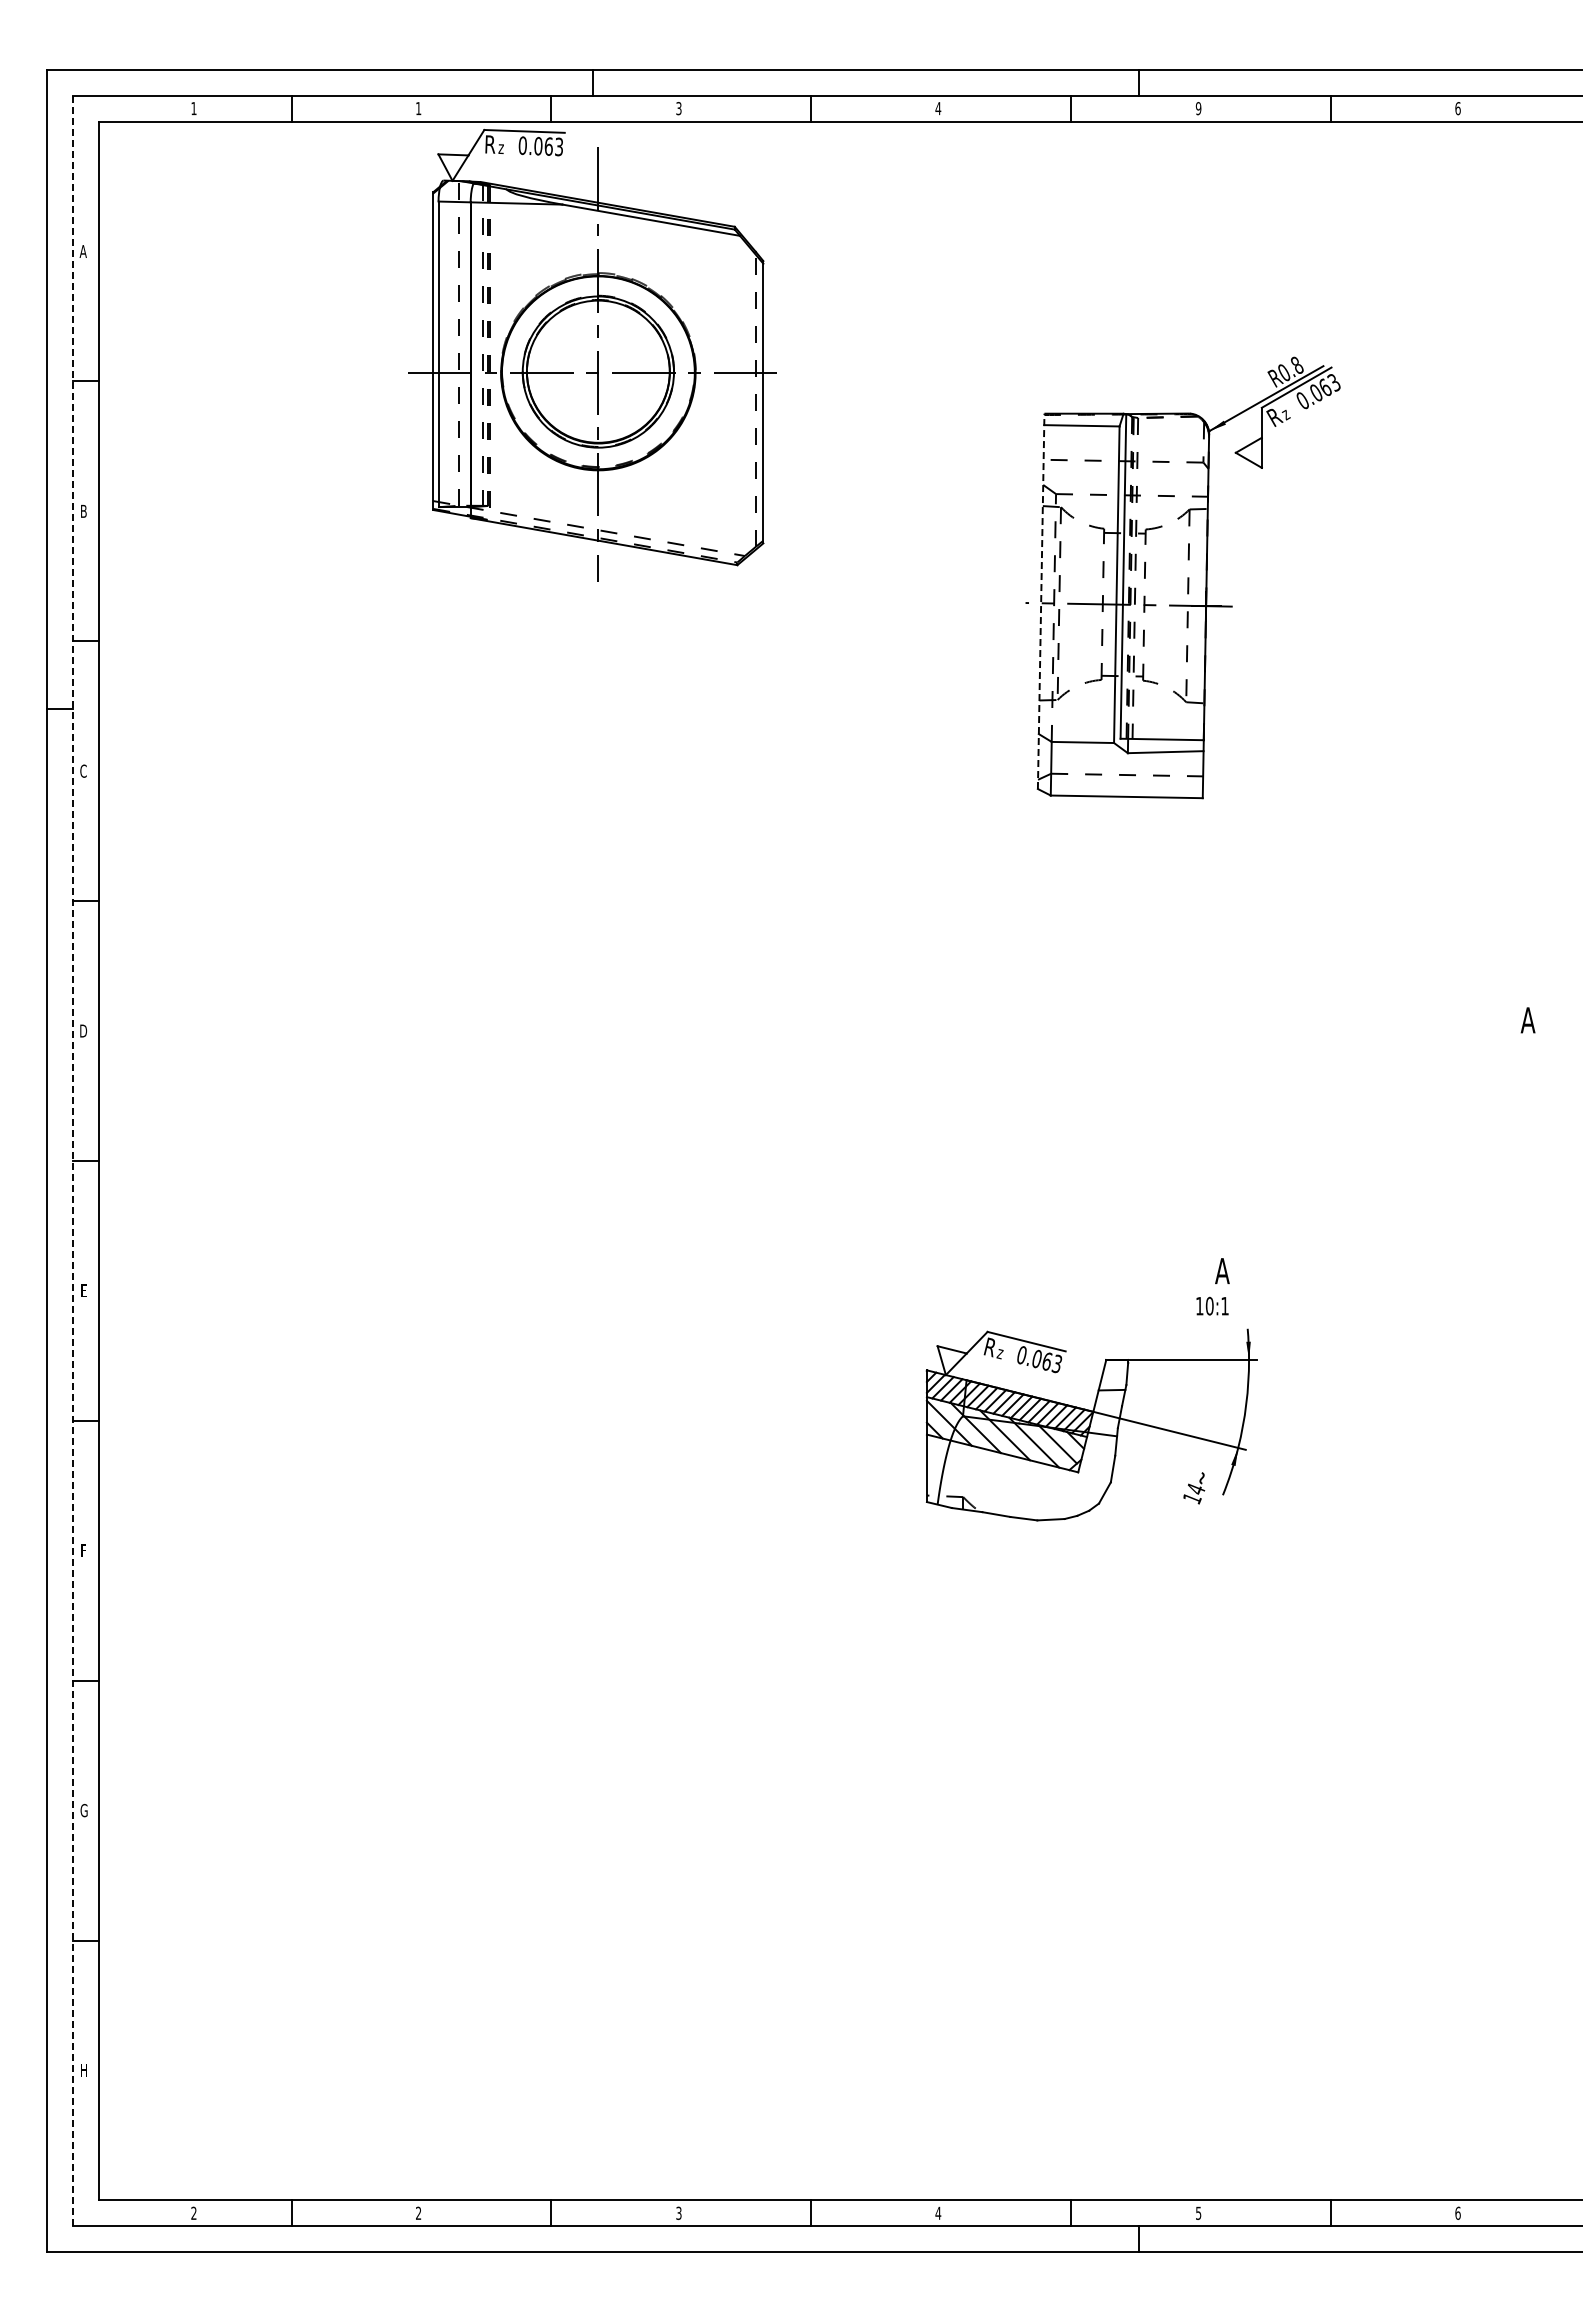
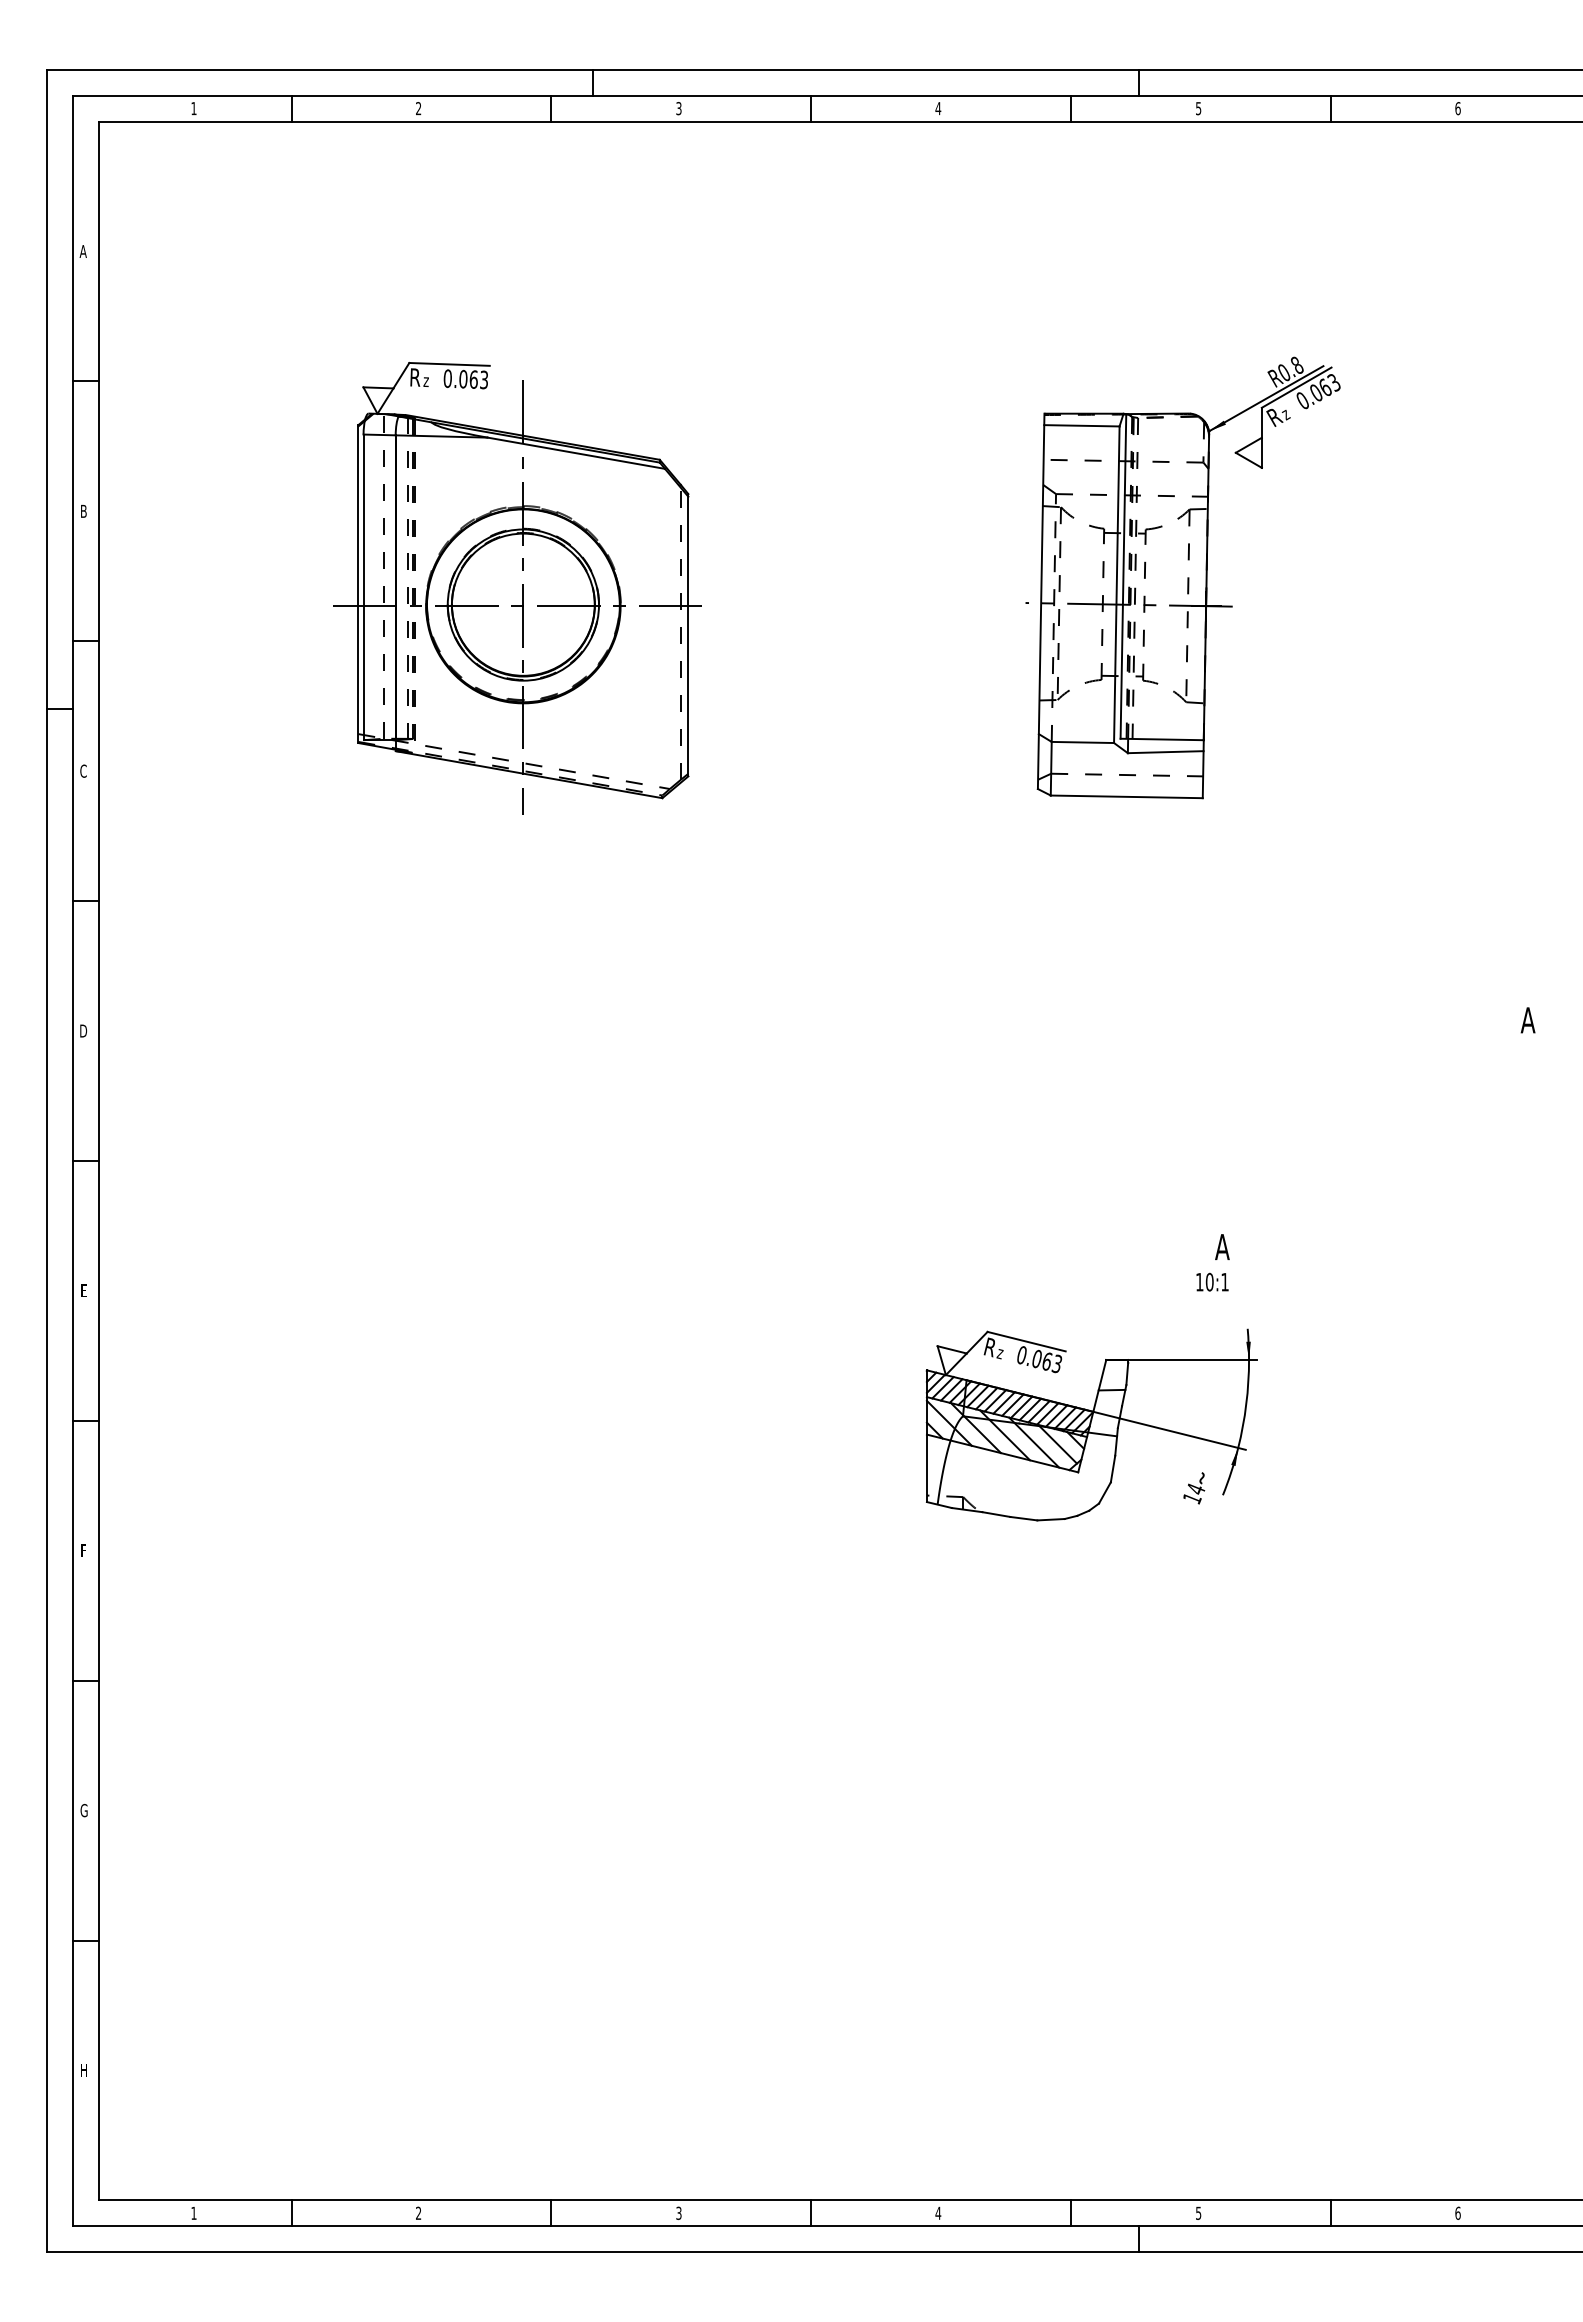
text at (418, 108): 1 -> 2
text at (1198, 108): 9 -> 5
part at (592, 355) position: (592, 355) -> (517, 588)
line at (1041, 601): dashed -> solid
line at (73, 1160): dashed -> solid
text at (1212, 1286) position: (1212, 1286) -> (1212, 1262)
text at (193, 2212): 2 -> 1
